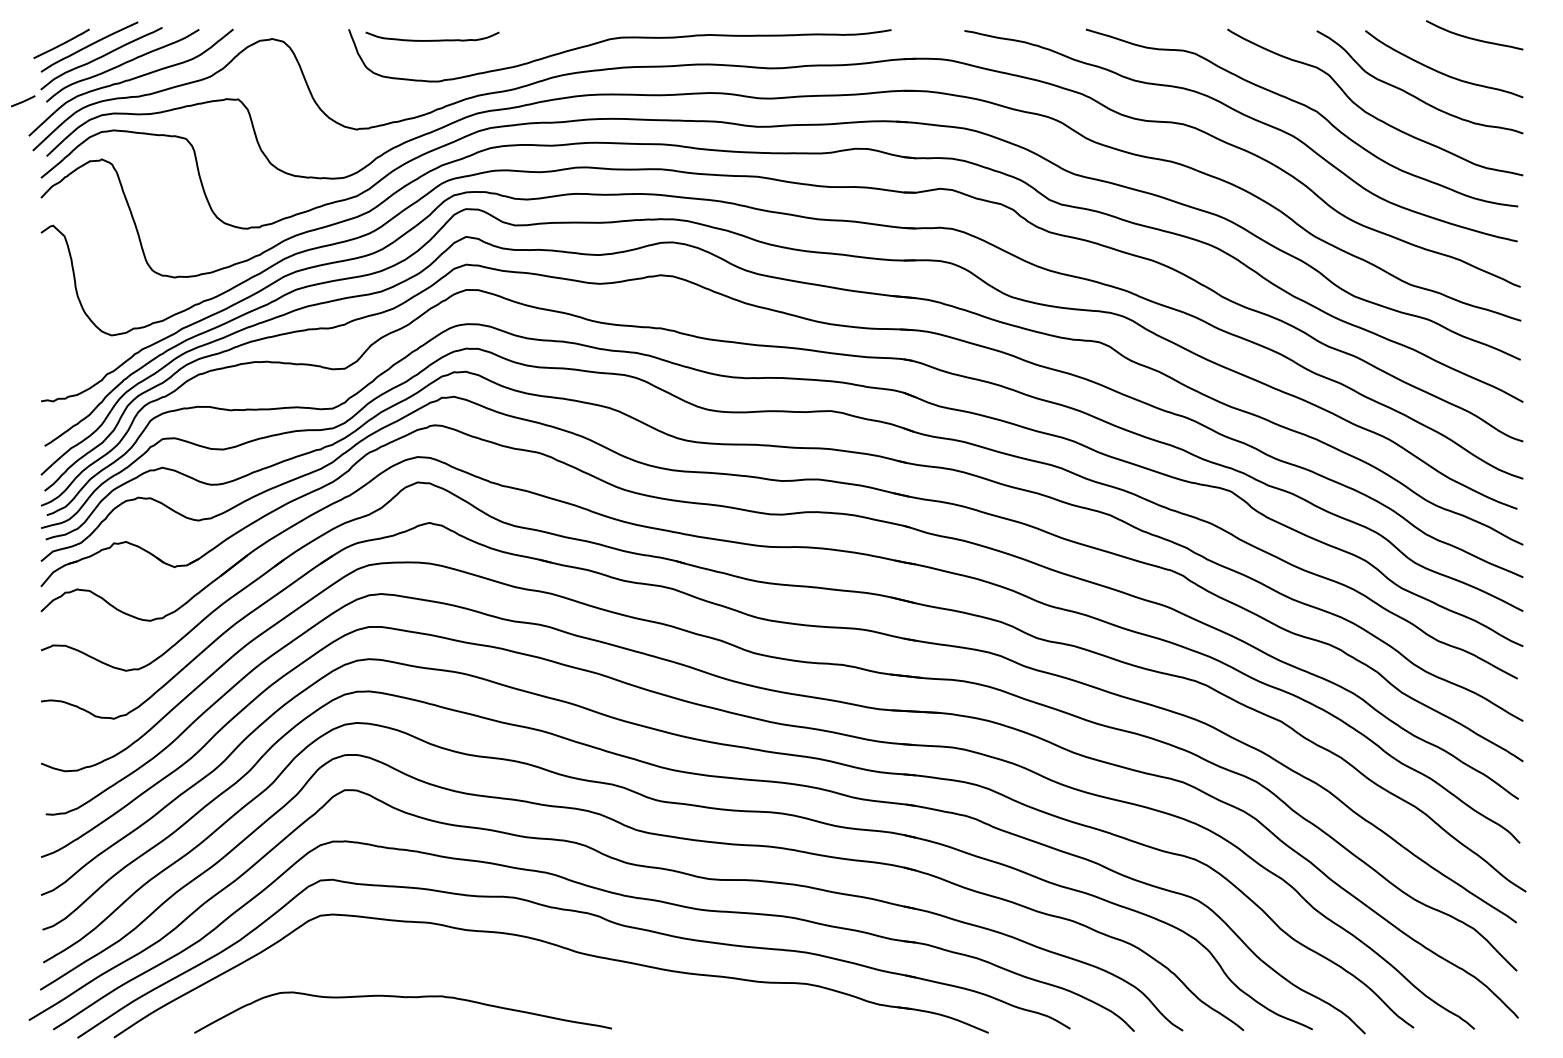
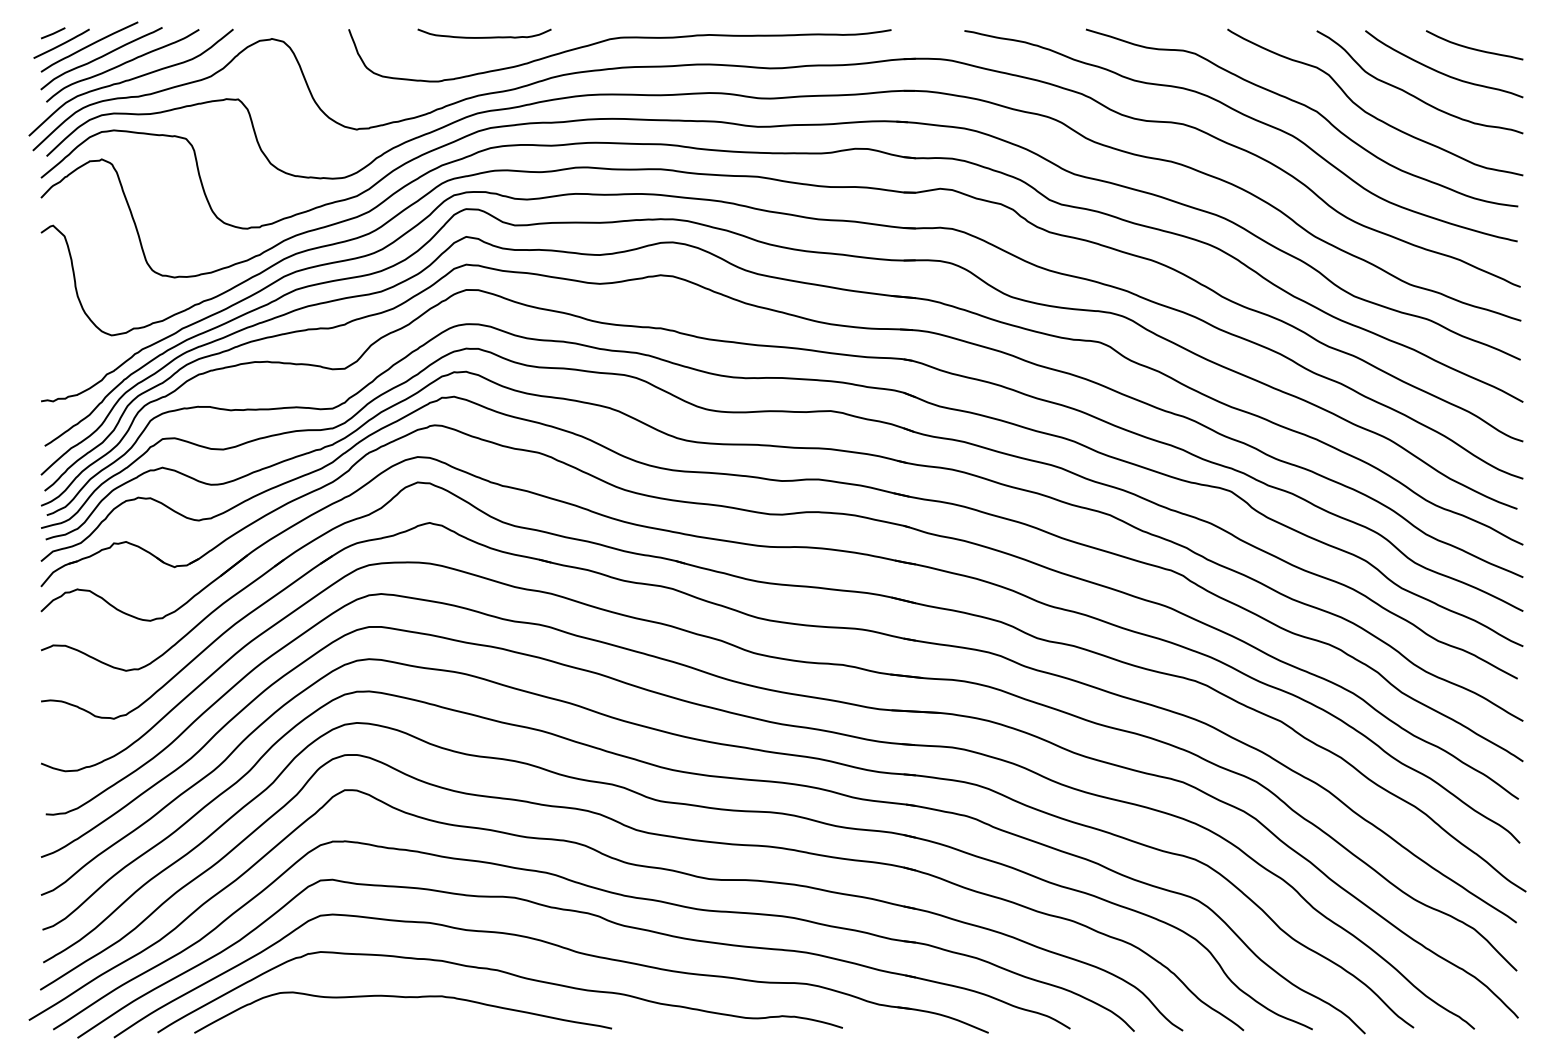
curve at (1472, 37) position: (1472, 37) -> (1472, 47)
curve at (432, 39) position: (432, 39) -> (484, 36)
line at (23, 101) position: (23, 101) -> (53, 33)
curve at (504, 973): none -> present
